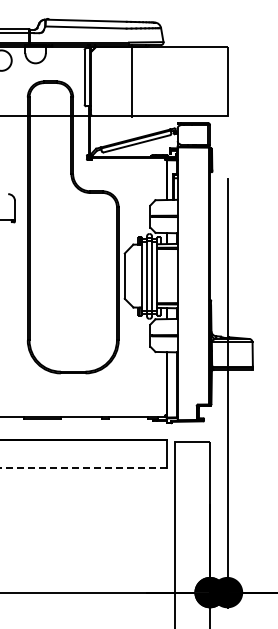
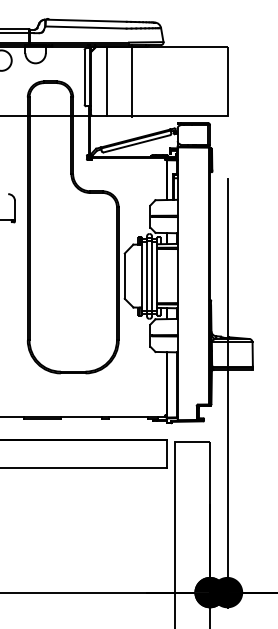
line at (107, 81): none -> present
line at (82, 468): dashed -> solid
